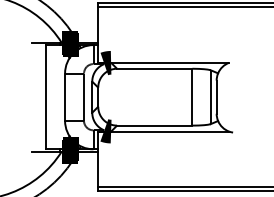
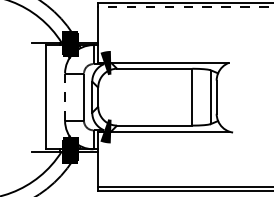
line at (186, 7): solid -> dashed
line at (65, 97): solid -> dashed
